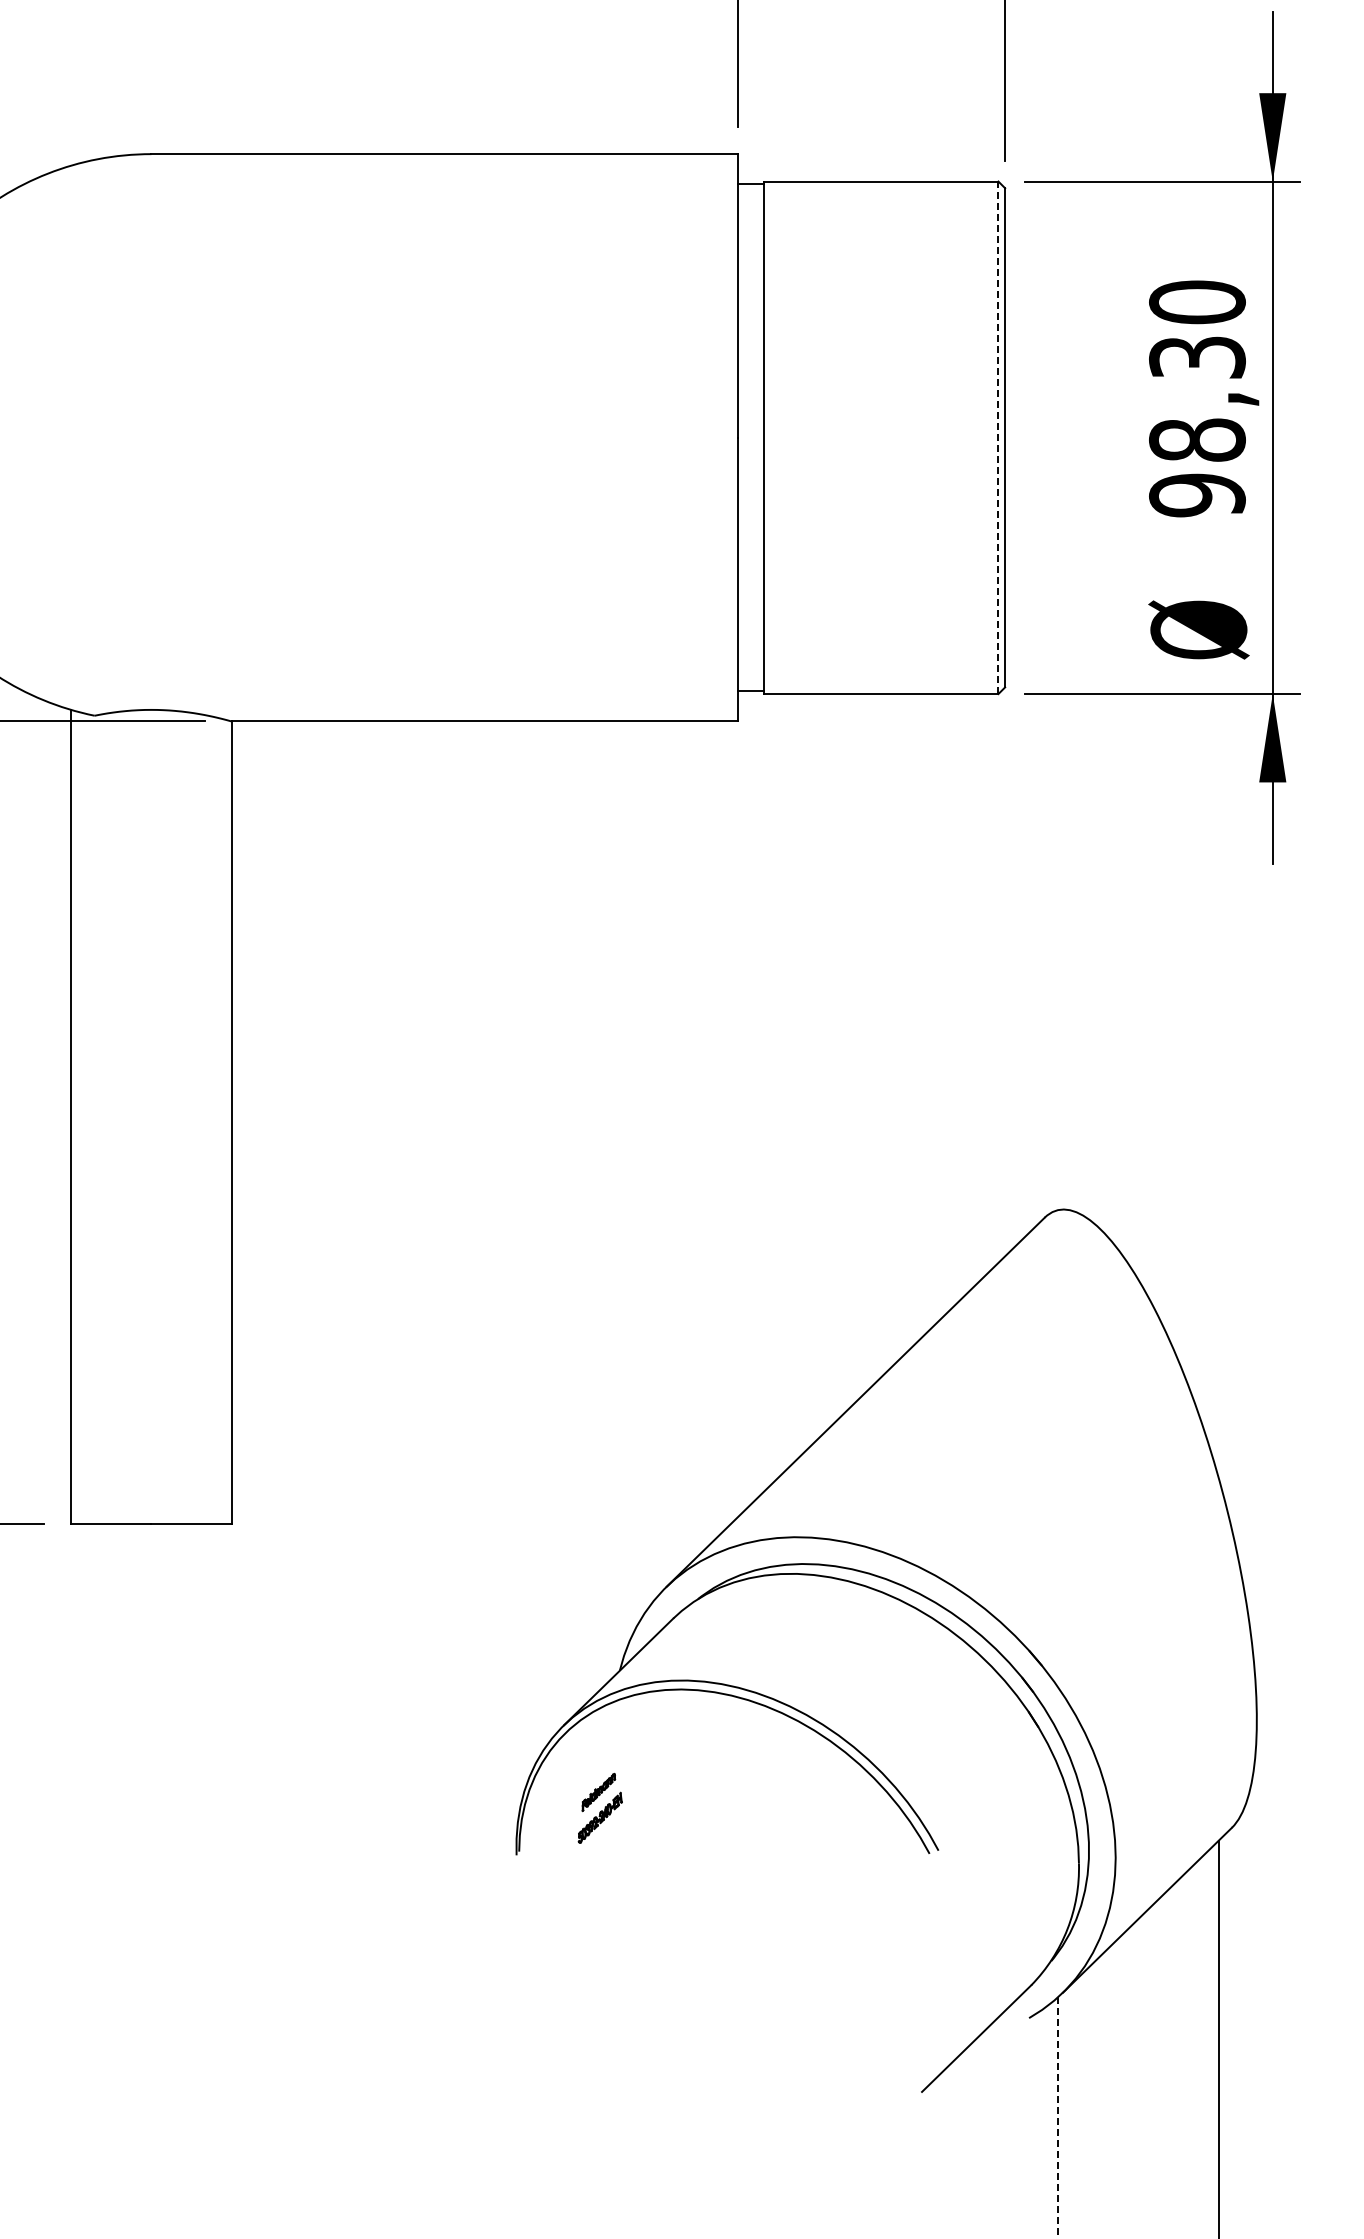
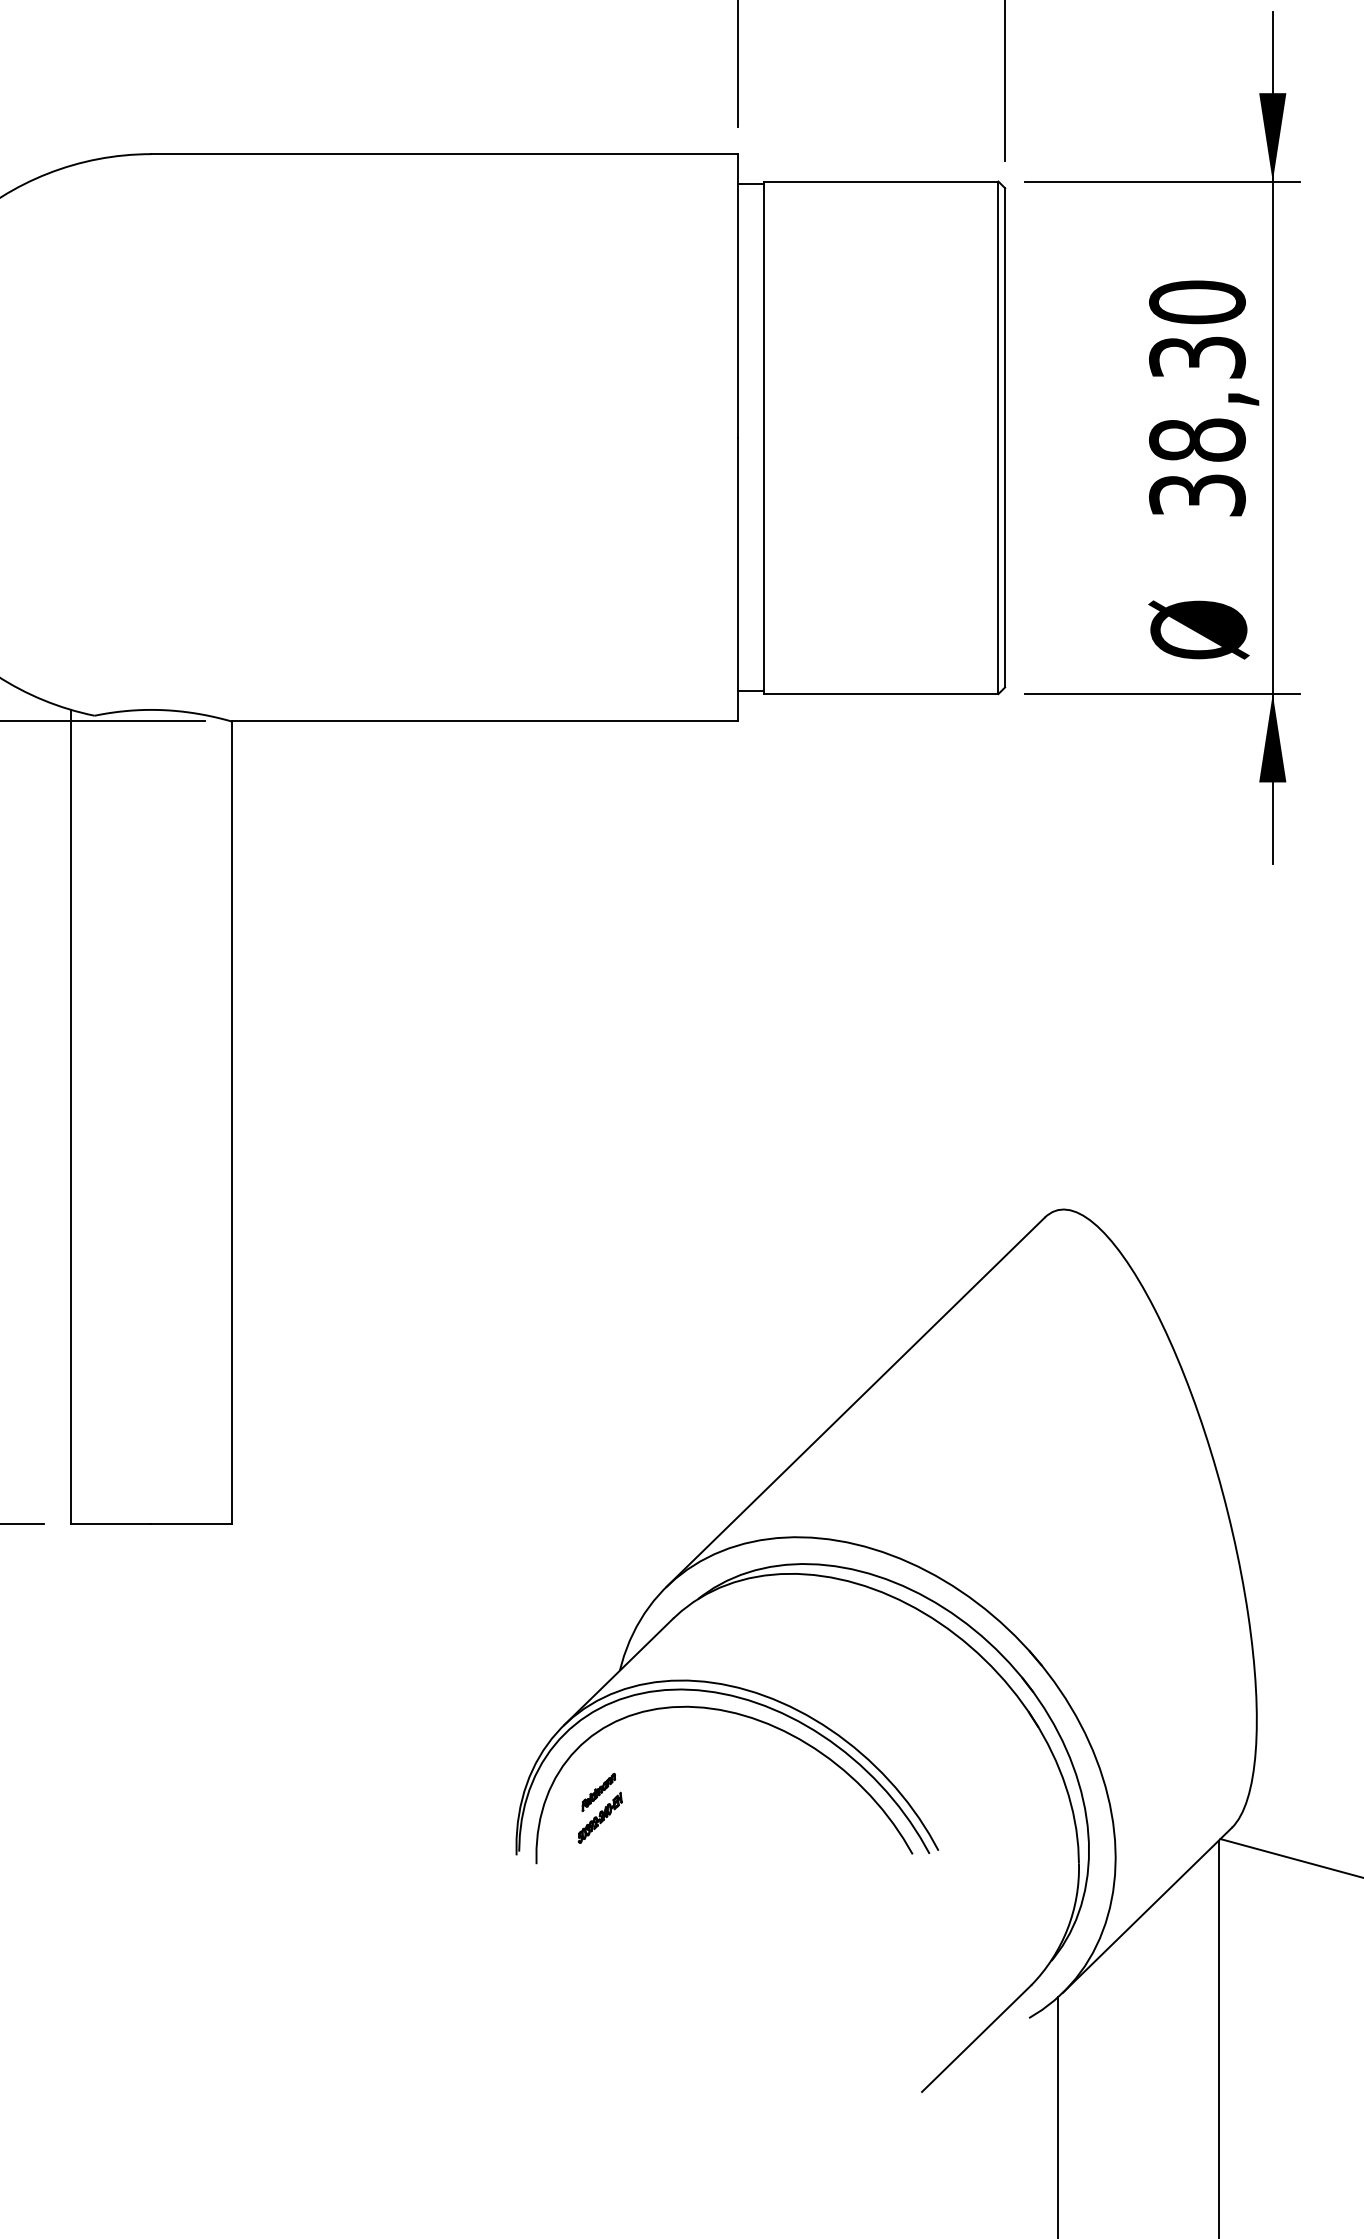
line at (998, 437): dashed -> solid
text at (1197, 495): 98,30 -> 38,30
curve at (742, 1716): none -> present
line at (1290, 1858): none -> present
line at (1058, 2118): dashed -> solid
